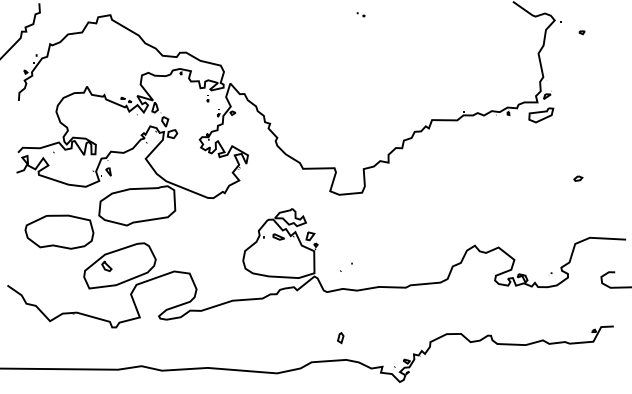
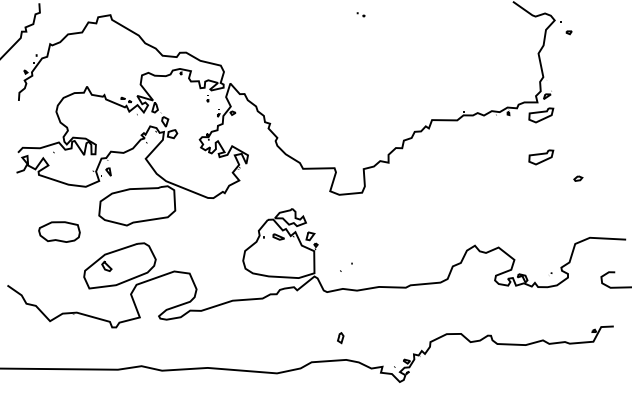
part at (581, 32) position: (581, 32) -> (568, 32)
part at (541, 157): none -> present
part at (59, 231) size: 71x36 px -> 43x22 px
